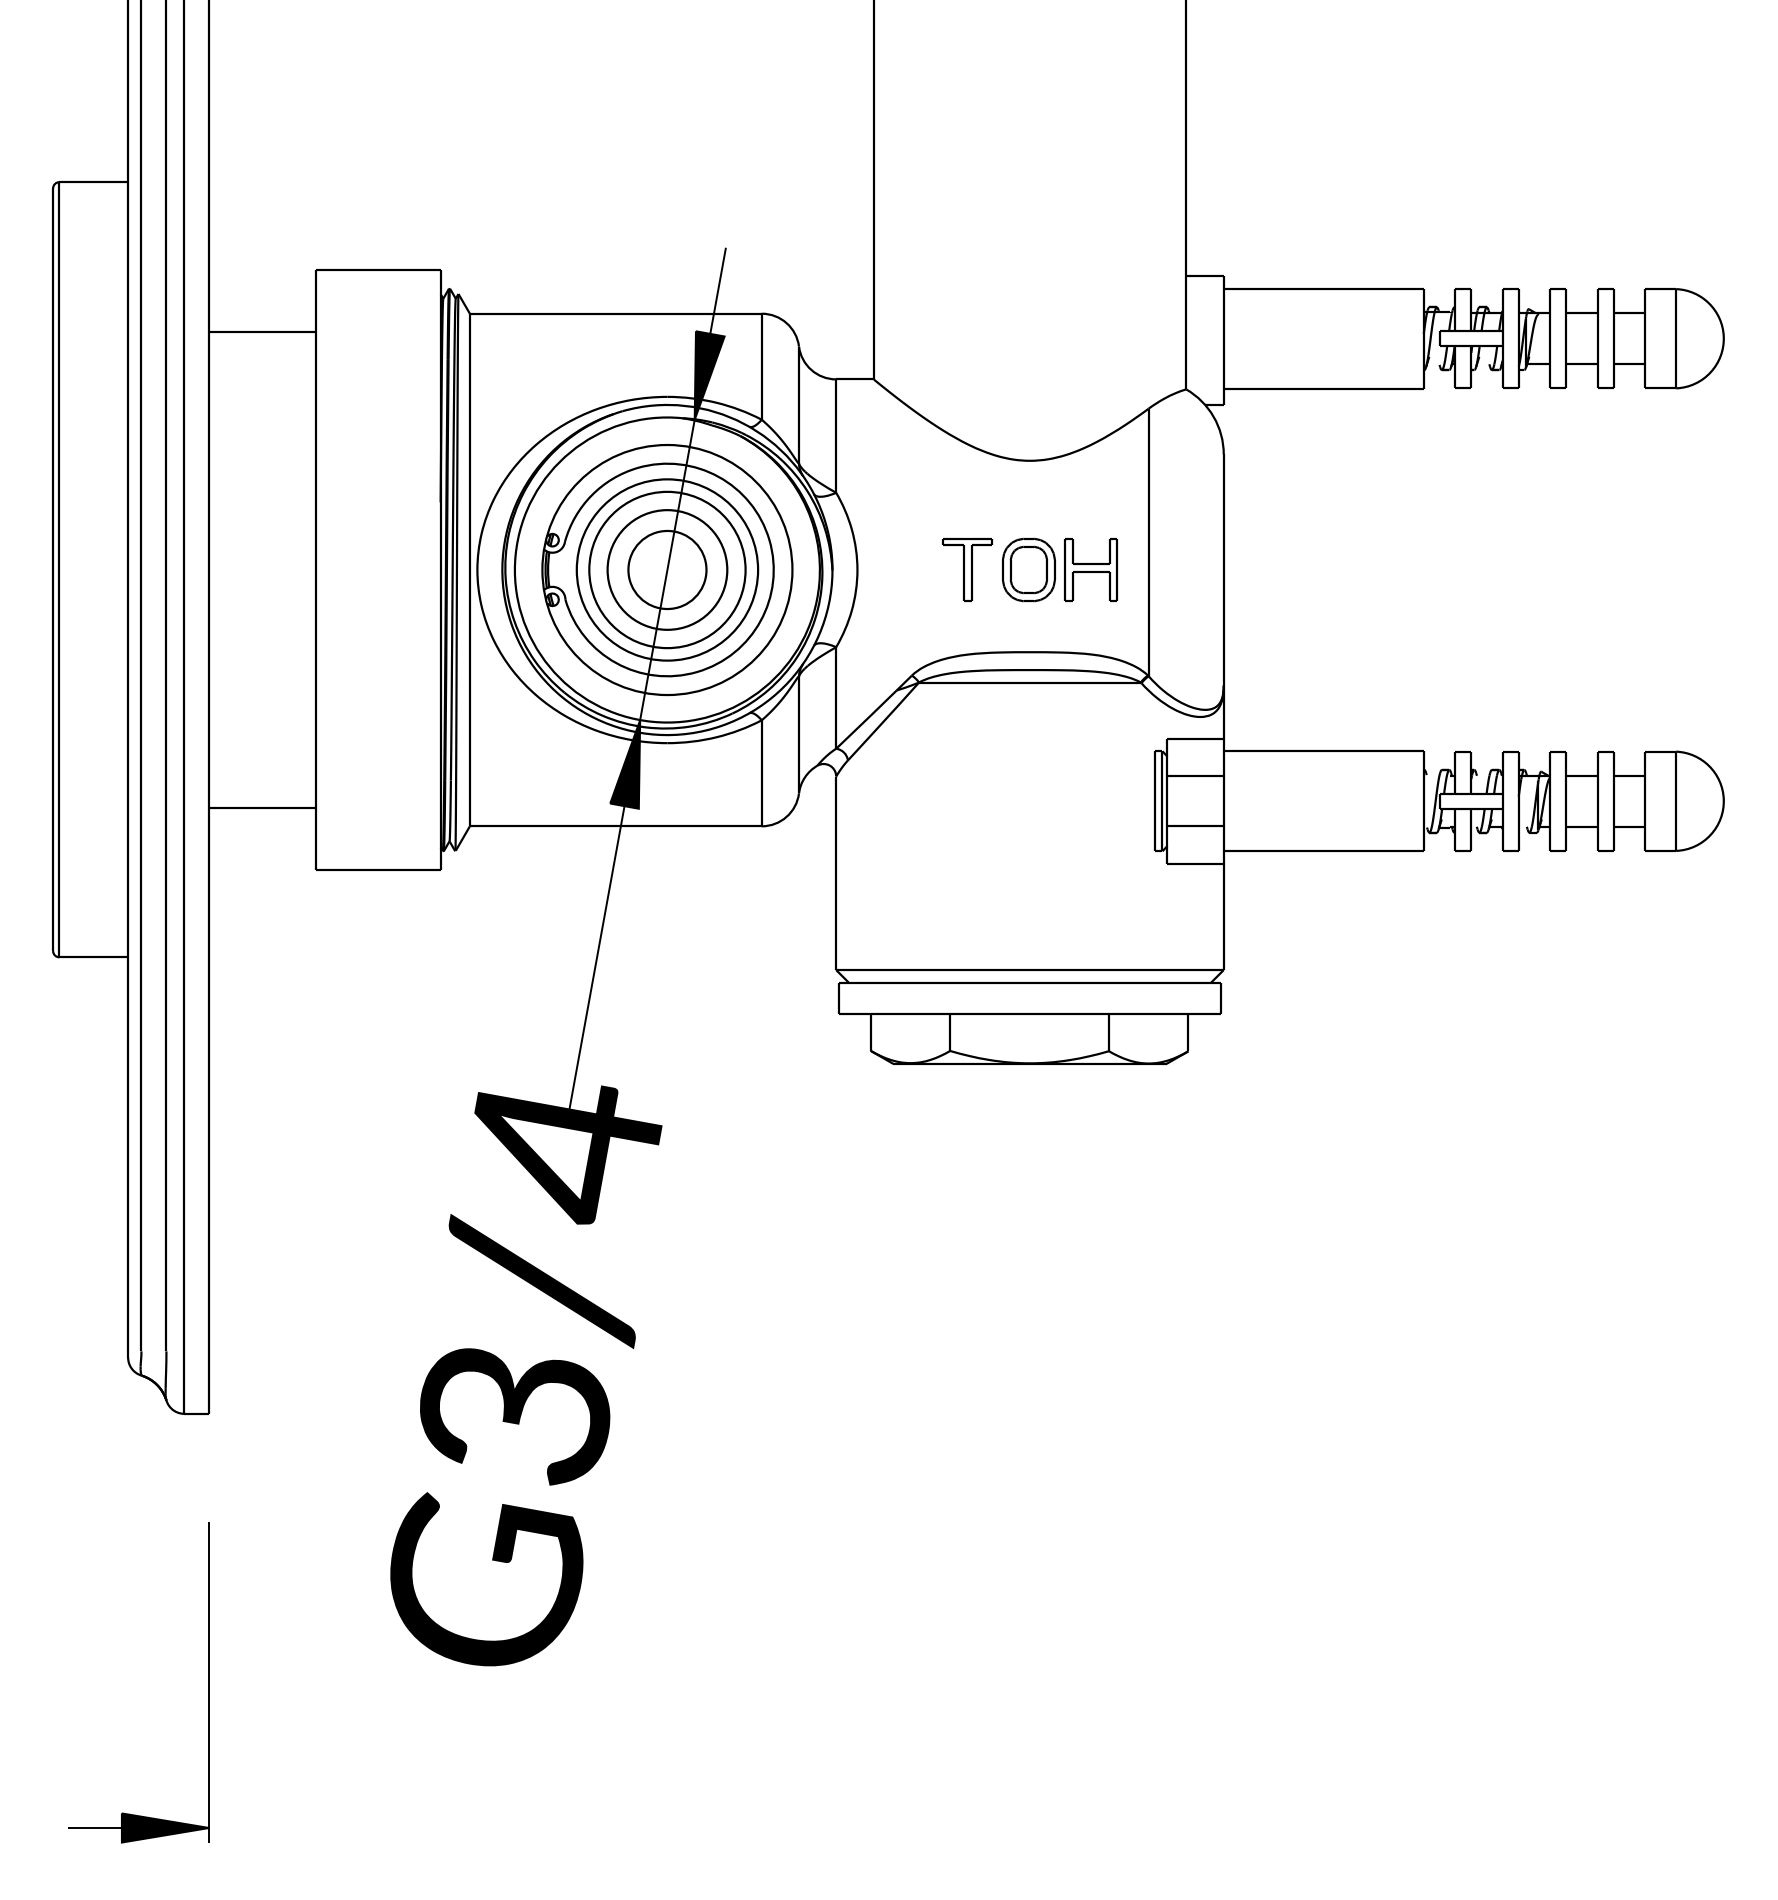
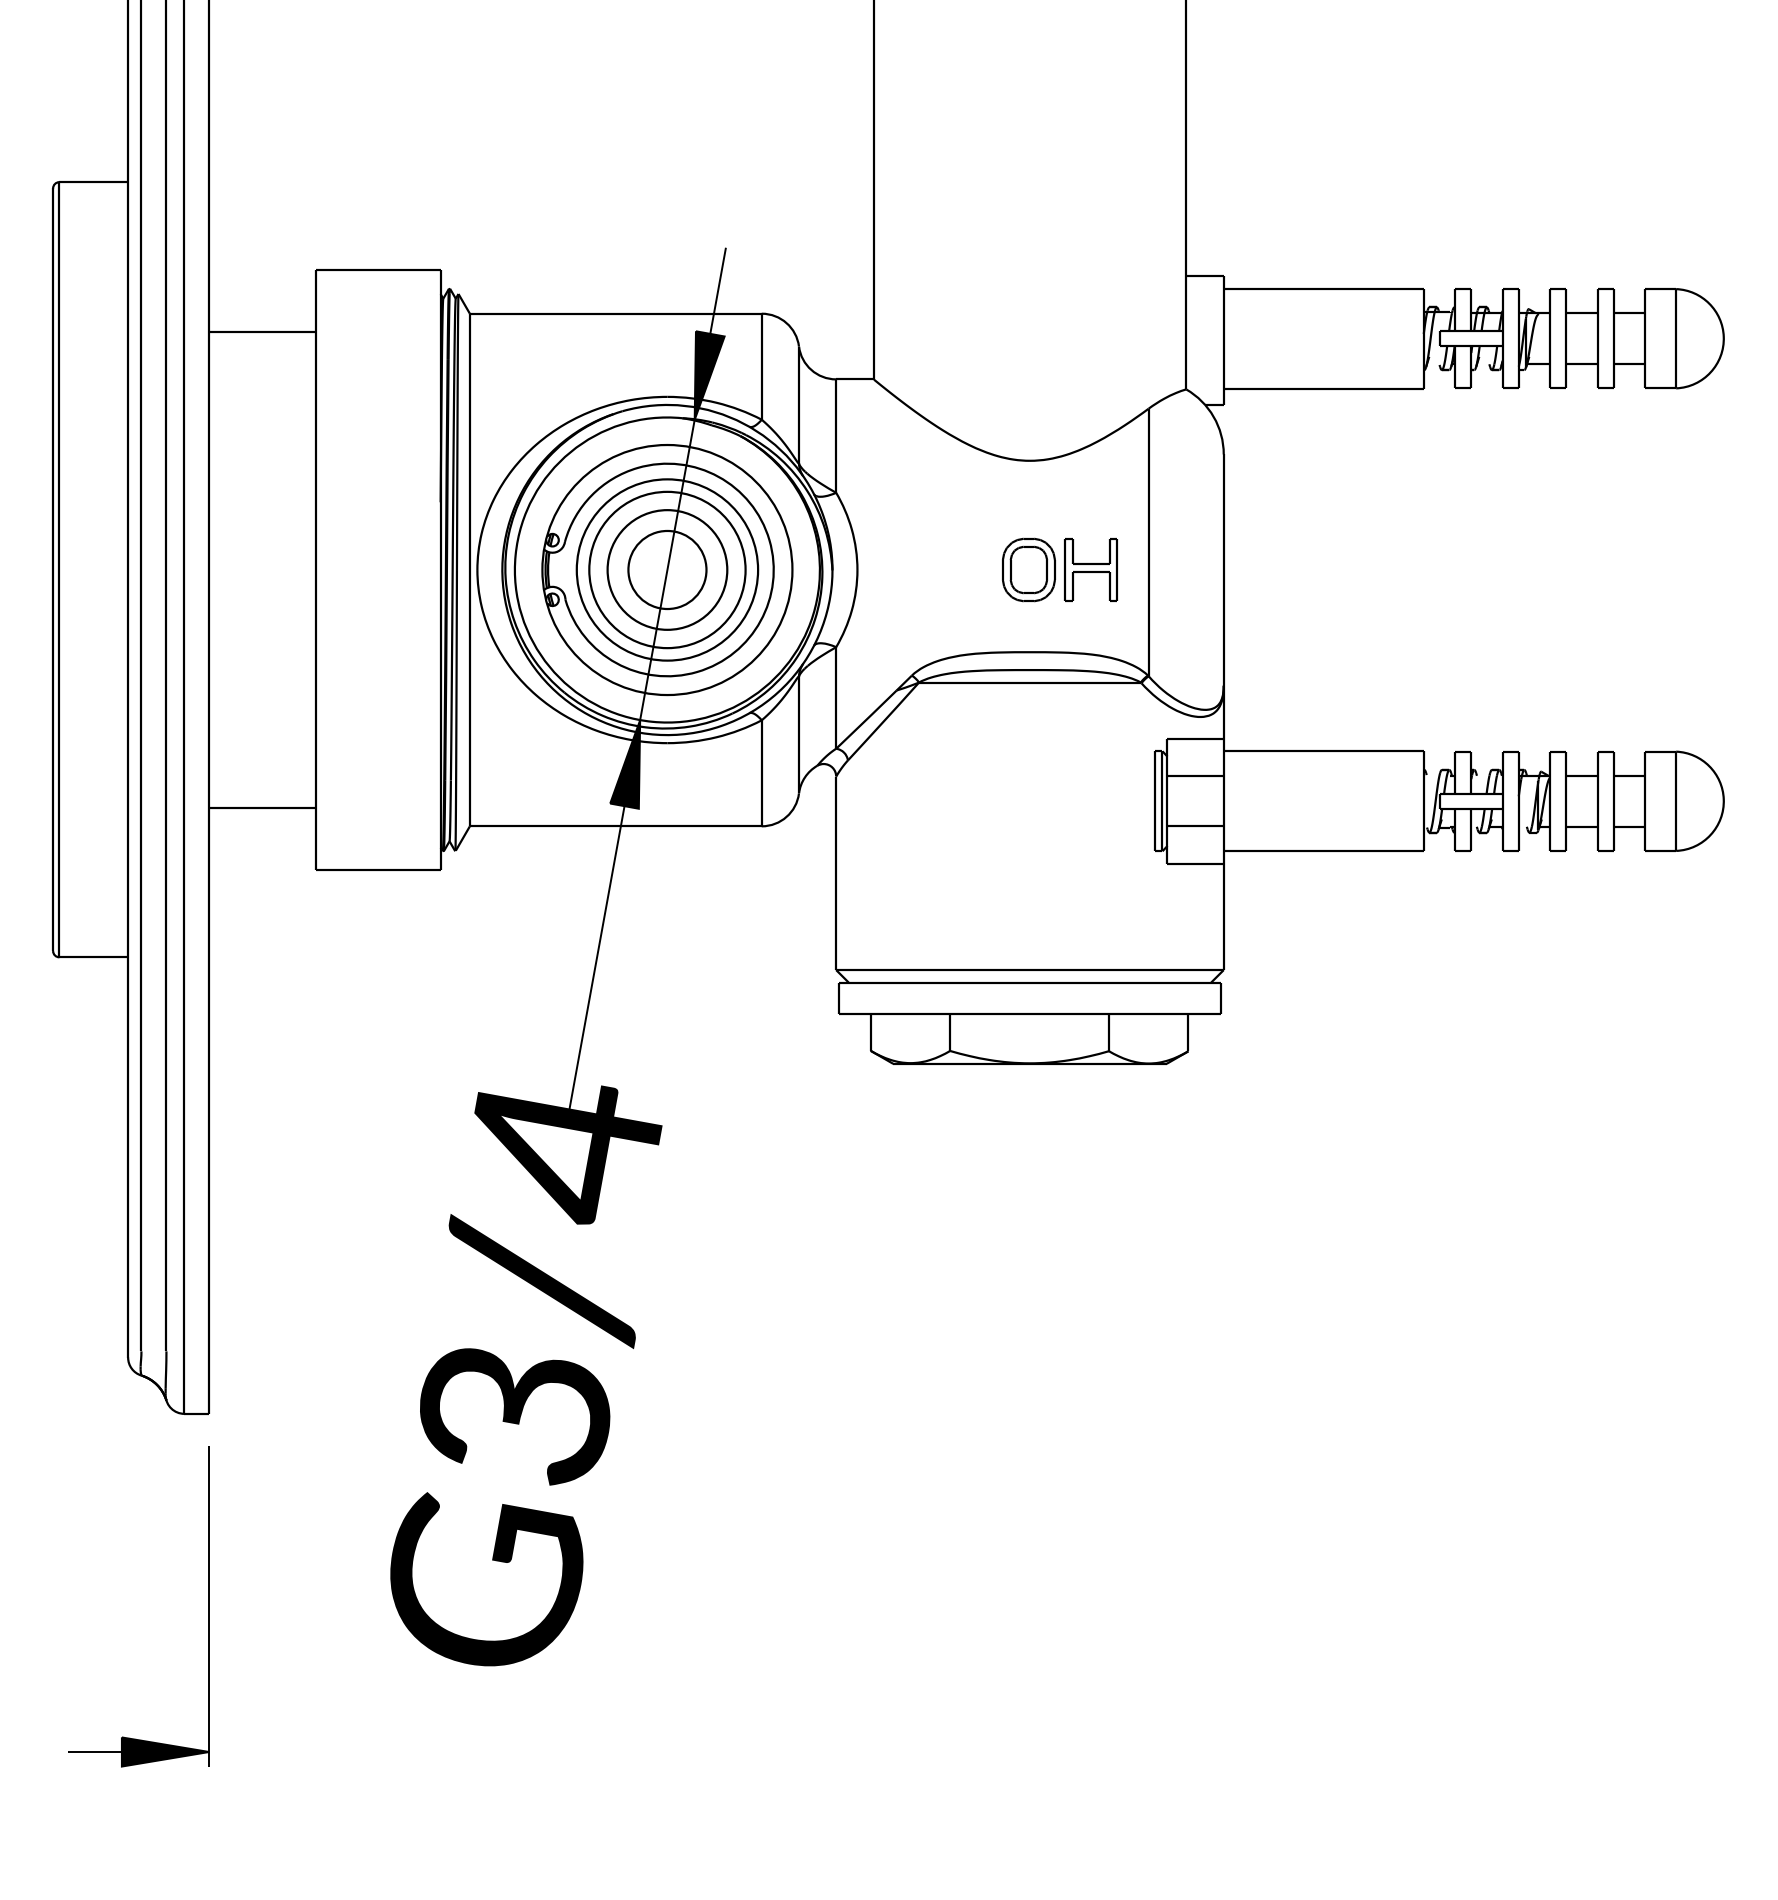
part at (967, 569): present -> none
part at (208, 1682) position: (208, 1682) -> (208, 1606)
